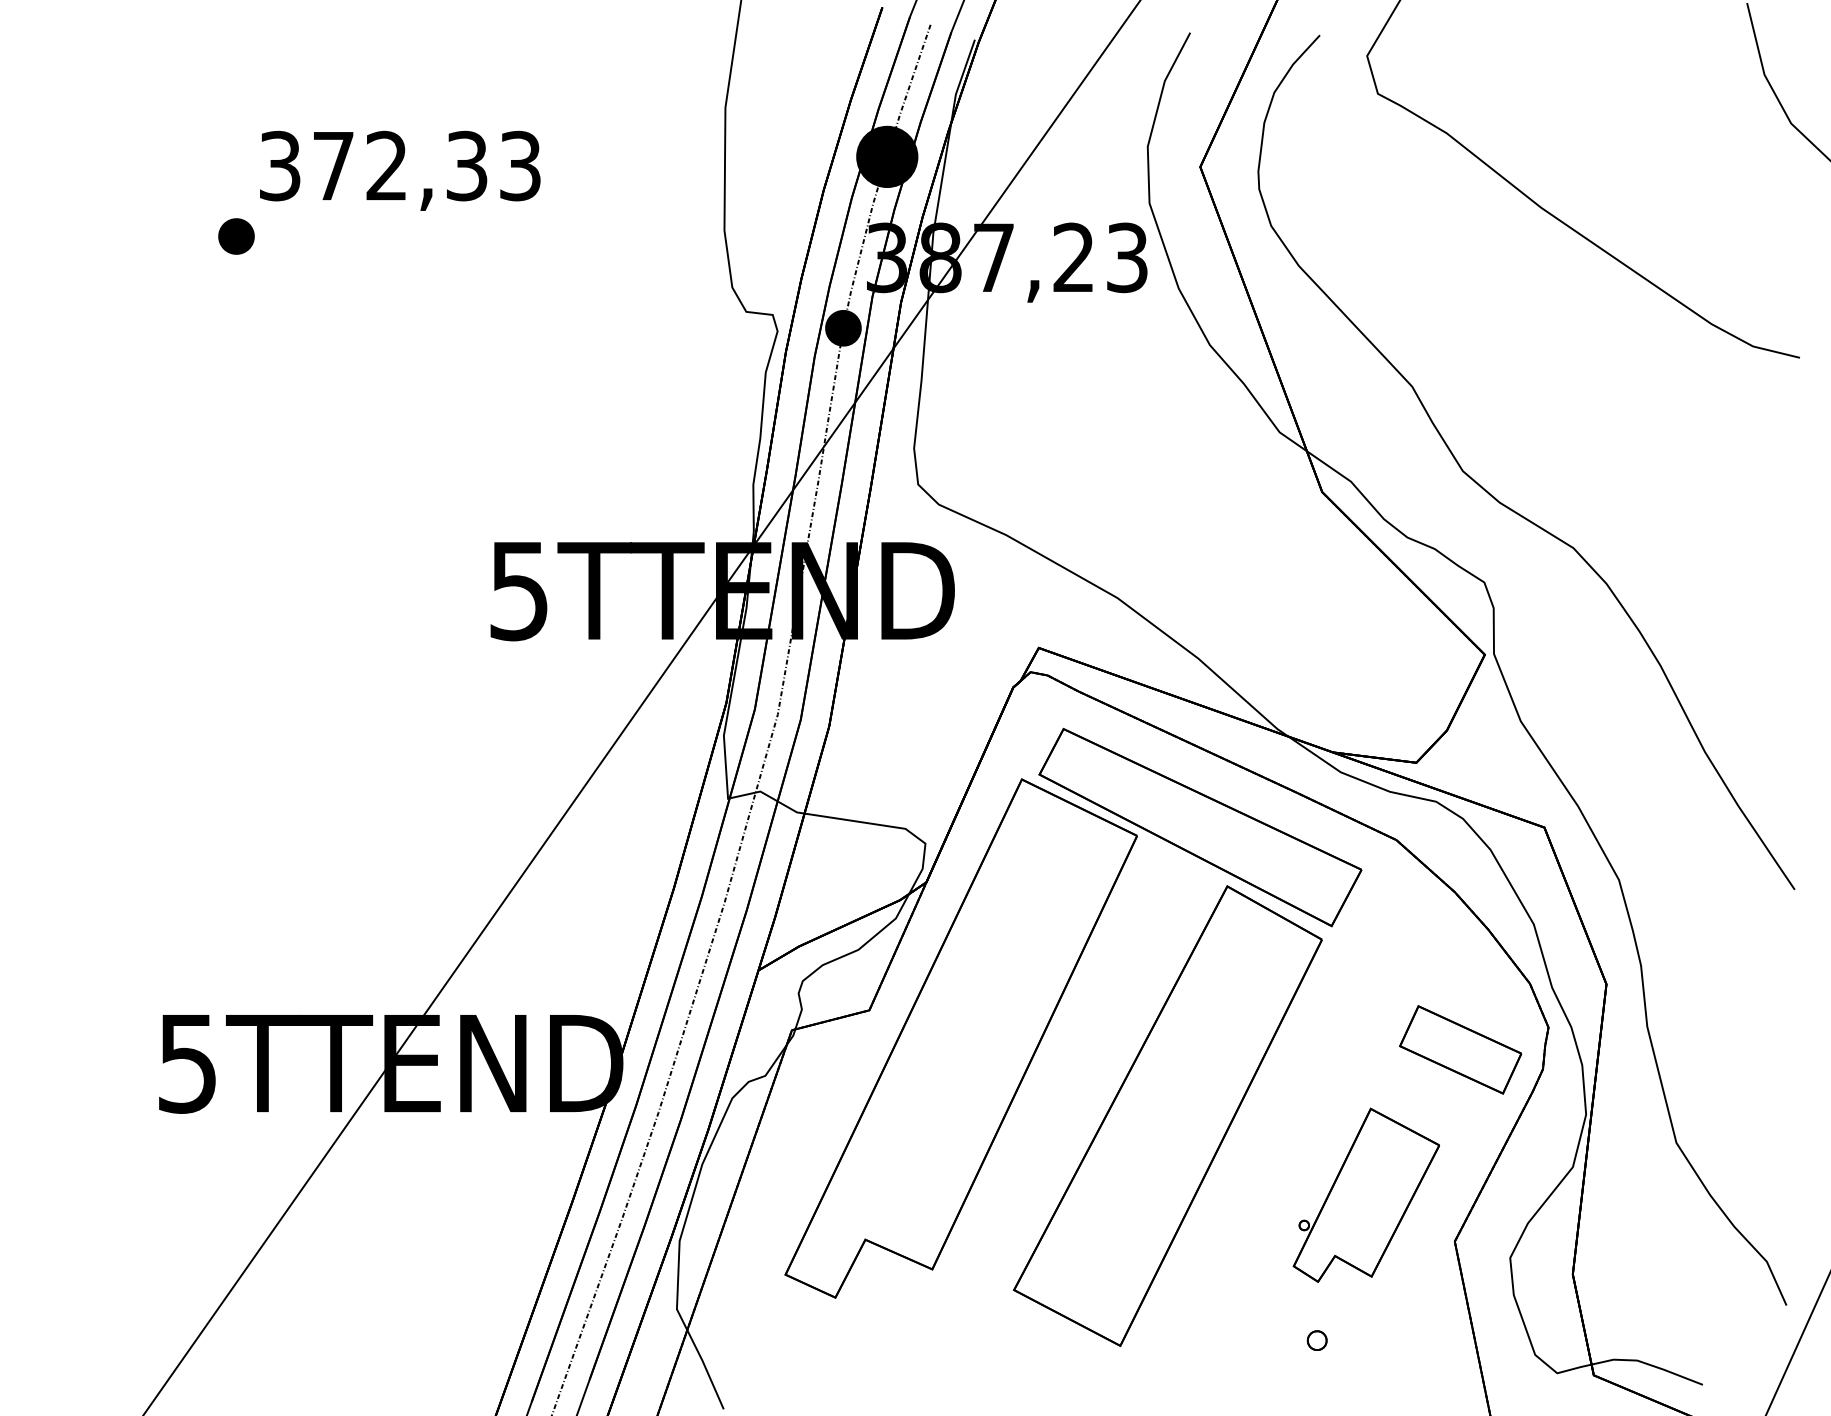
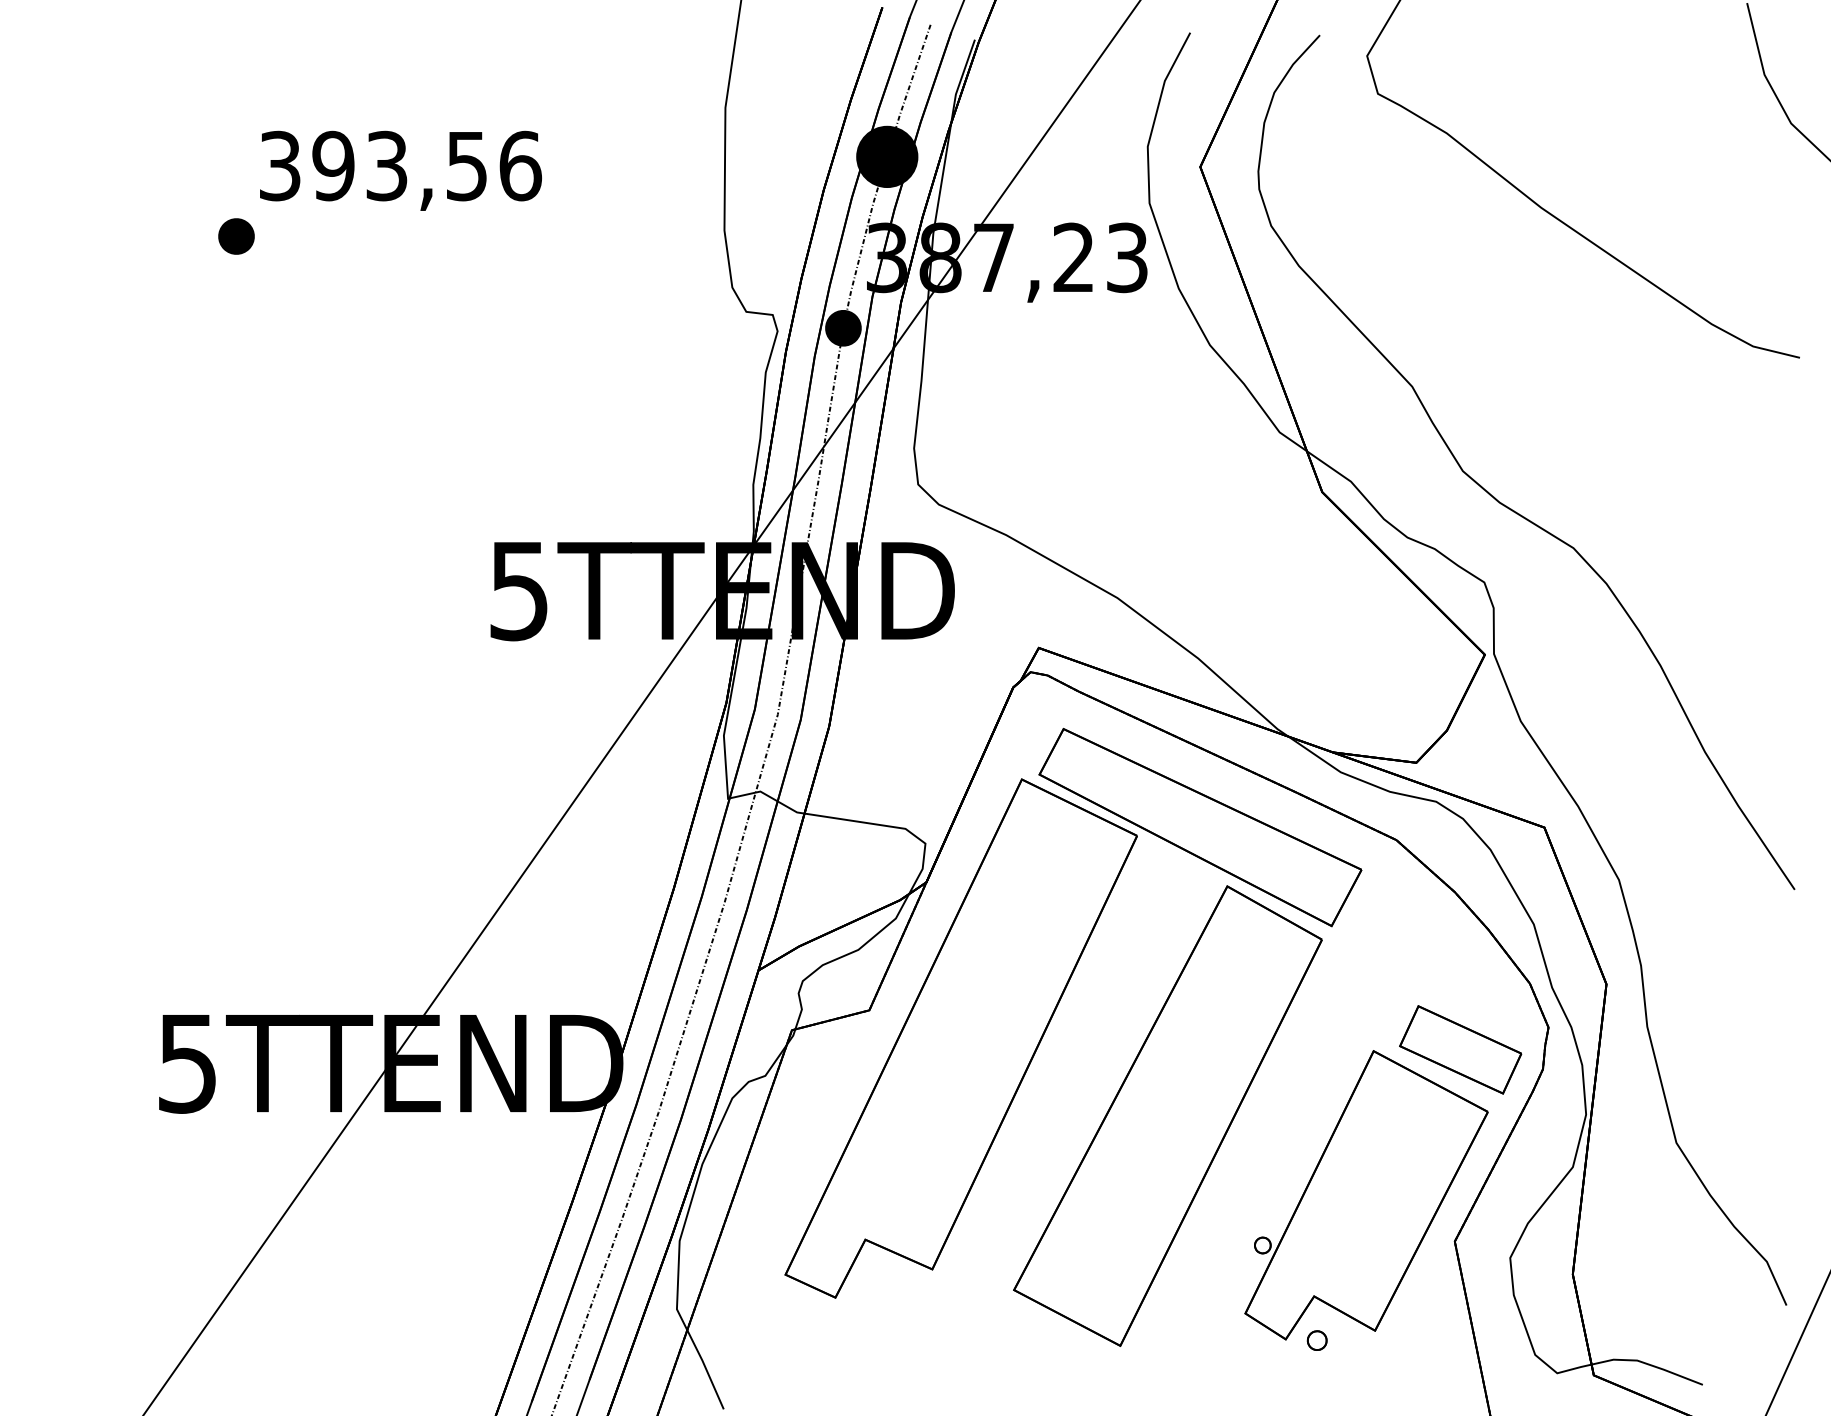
text at (427, 165): 372,33 -> 393,56
part at (1365, 1194) size: 148x176 px -> 245x291 px
